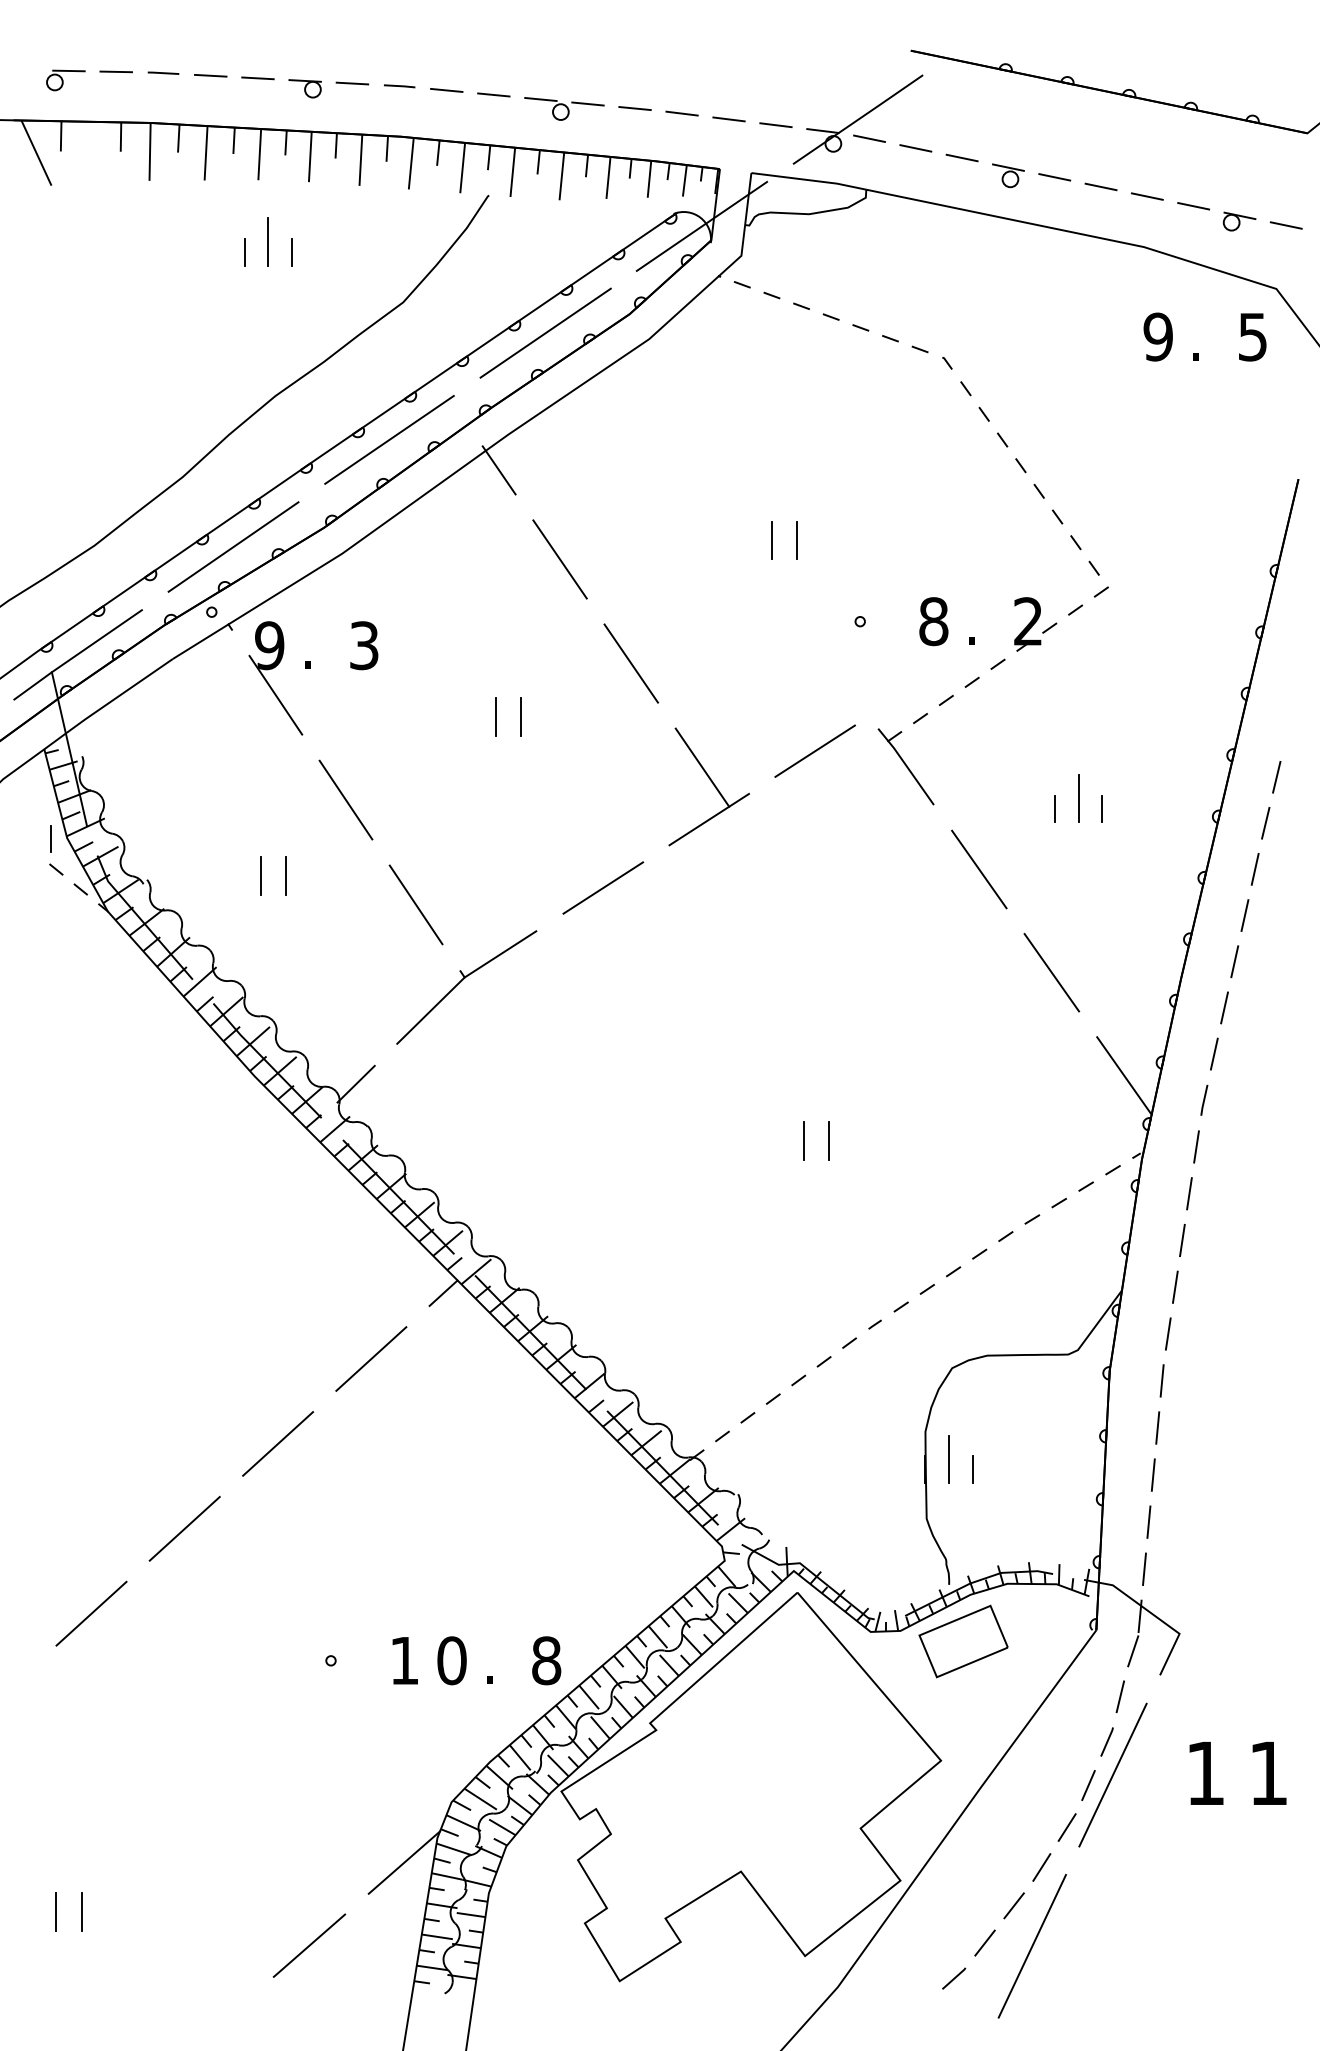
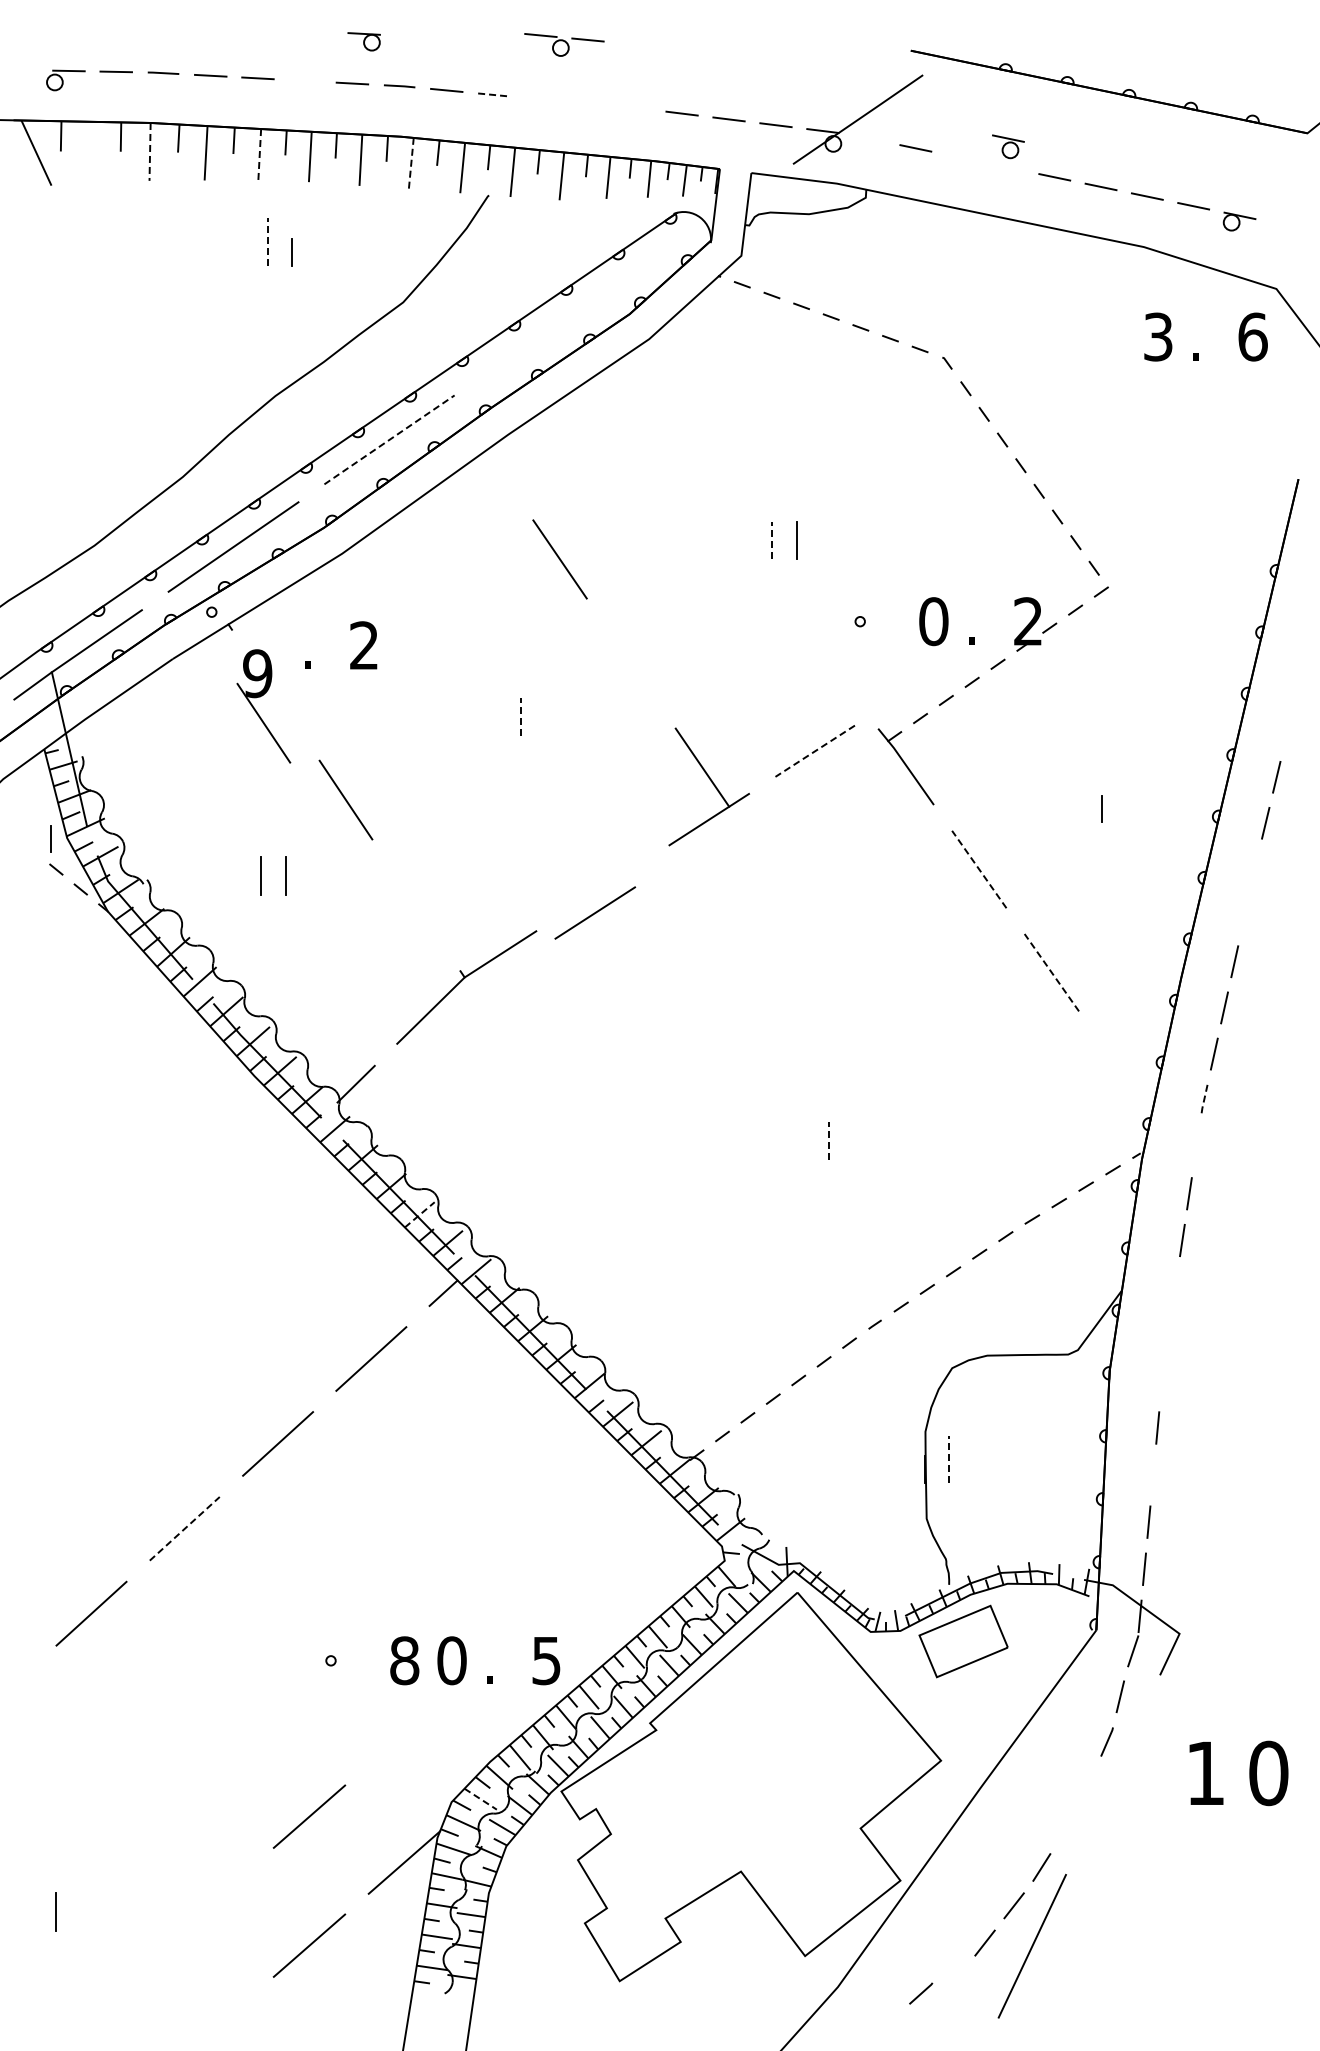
part at (304, 88) position: (304, 88) -> (363, 41)
line at (493, 94): solid -> dashed
part at (564, 108) position: (564, 108) -> (564, 44)
line at (634, 108): present -> none
line at (869, 138): present -> none
line at (150, 151): solid -> dashed
line at (259, 154): solid -> dashed
line at (961, 157): present -> none
line at (411, 163): solid -> dashed
part at (1008, 175) position: (1008, 175) -> (1008, 146)
line at (1285, 225): present -> none
line at (701, 226): present -> none
line at (268, 242): solid -> dashed
line at (244, 252): present -> none
line at (545, 332): present -> none
text at (1157, 336): 9 -> 3
text at (1252, 336): 5 -> 6
line at (388, 440): solid -> dashed
line at (498, 470): present -> none
line at (771, 540): solid -> dashed
text at (933, 621): 8 -> 0
text at (364, 645): 3 -> 2
line at (630, 663): present -> none
part at (269, 683) position: (269, 683) -> (257, 711)
line at (495, 717): present -> none
line at (521, 717): solid -> dashed
line at (814, 751): solid -> dashed
line at (1078, 798): present -> none
line at (1055, 808): present -> none
line at (1254, 868): present -> none
line at (979, 869): solid -> dashed
line at (603, 887) position: (603, 887) -> (595, 912)
line at (415, 904): present -> none
line at (1244, 915): present -> none
line at (1051, 972): solid -> dashed
line at (1124, 1075): present -> none
line at (1203, 1101): solid -> dashed
line at (803, 1141): present -> none
line at (829, 1141): solid -> dashed
line at (1196, 1146): present -> none
line at (419, 1214): solid -> dashed
line at (1175, 1286): present -> none
line at (1167, 1333): present -> none
line at (1161, 1380): present -> none
line at (949, 1459): solid -> dashed
line at (972, 1469): present -> none
line at (1152, 1474): present -> none
line at (185, 1528): solid -> dashed
text at (404, 1660): 1 -> 8
text at (546, 1660): 8 -> 5
text at (1268, 1773): 1 -> 0
line at (1112, 1774): present -> none
line at (1088, 1785): present -> none
line at (481, 1799): solid -> dashed
line at (309, 1816): none -> present
line at (1066, 1827): present -> none
line at (81, 1911): present -> none
line at (954, 1978) position: (954, 1978) -> (921, 1993)
